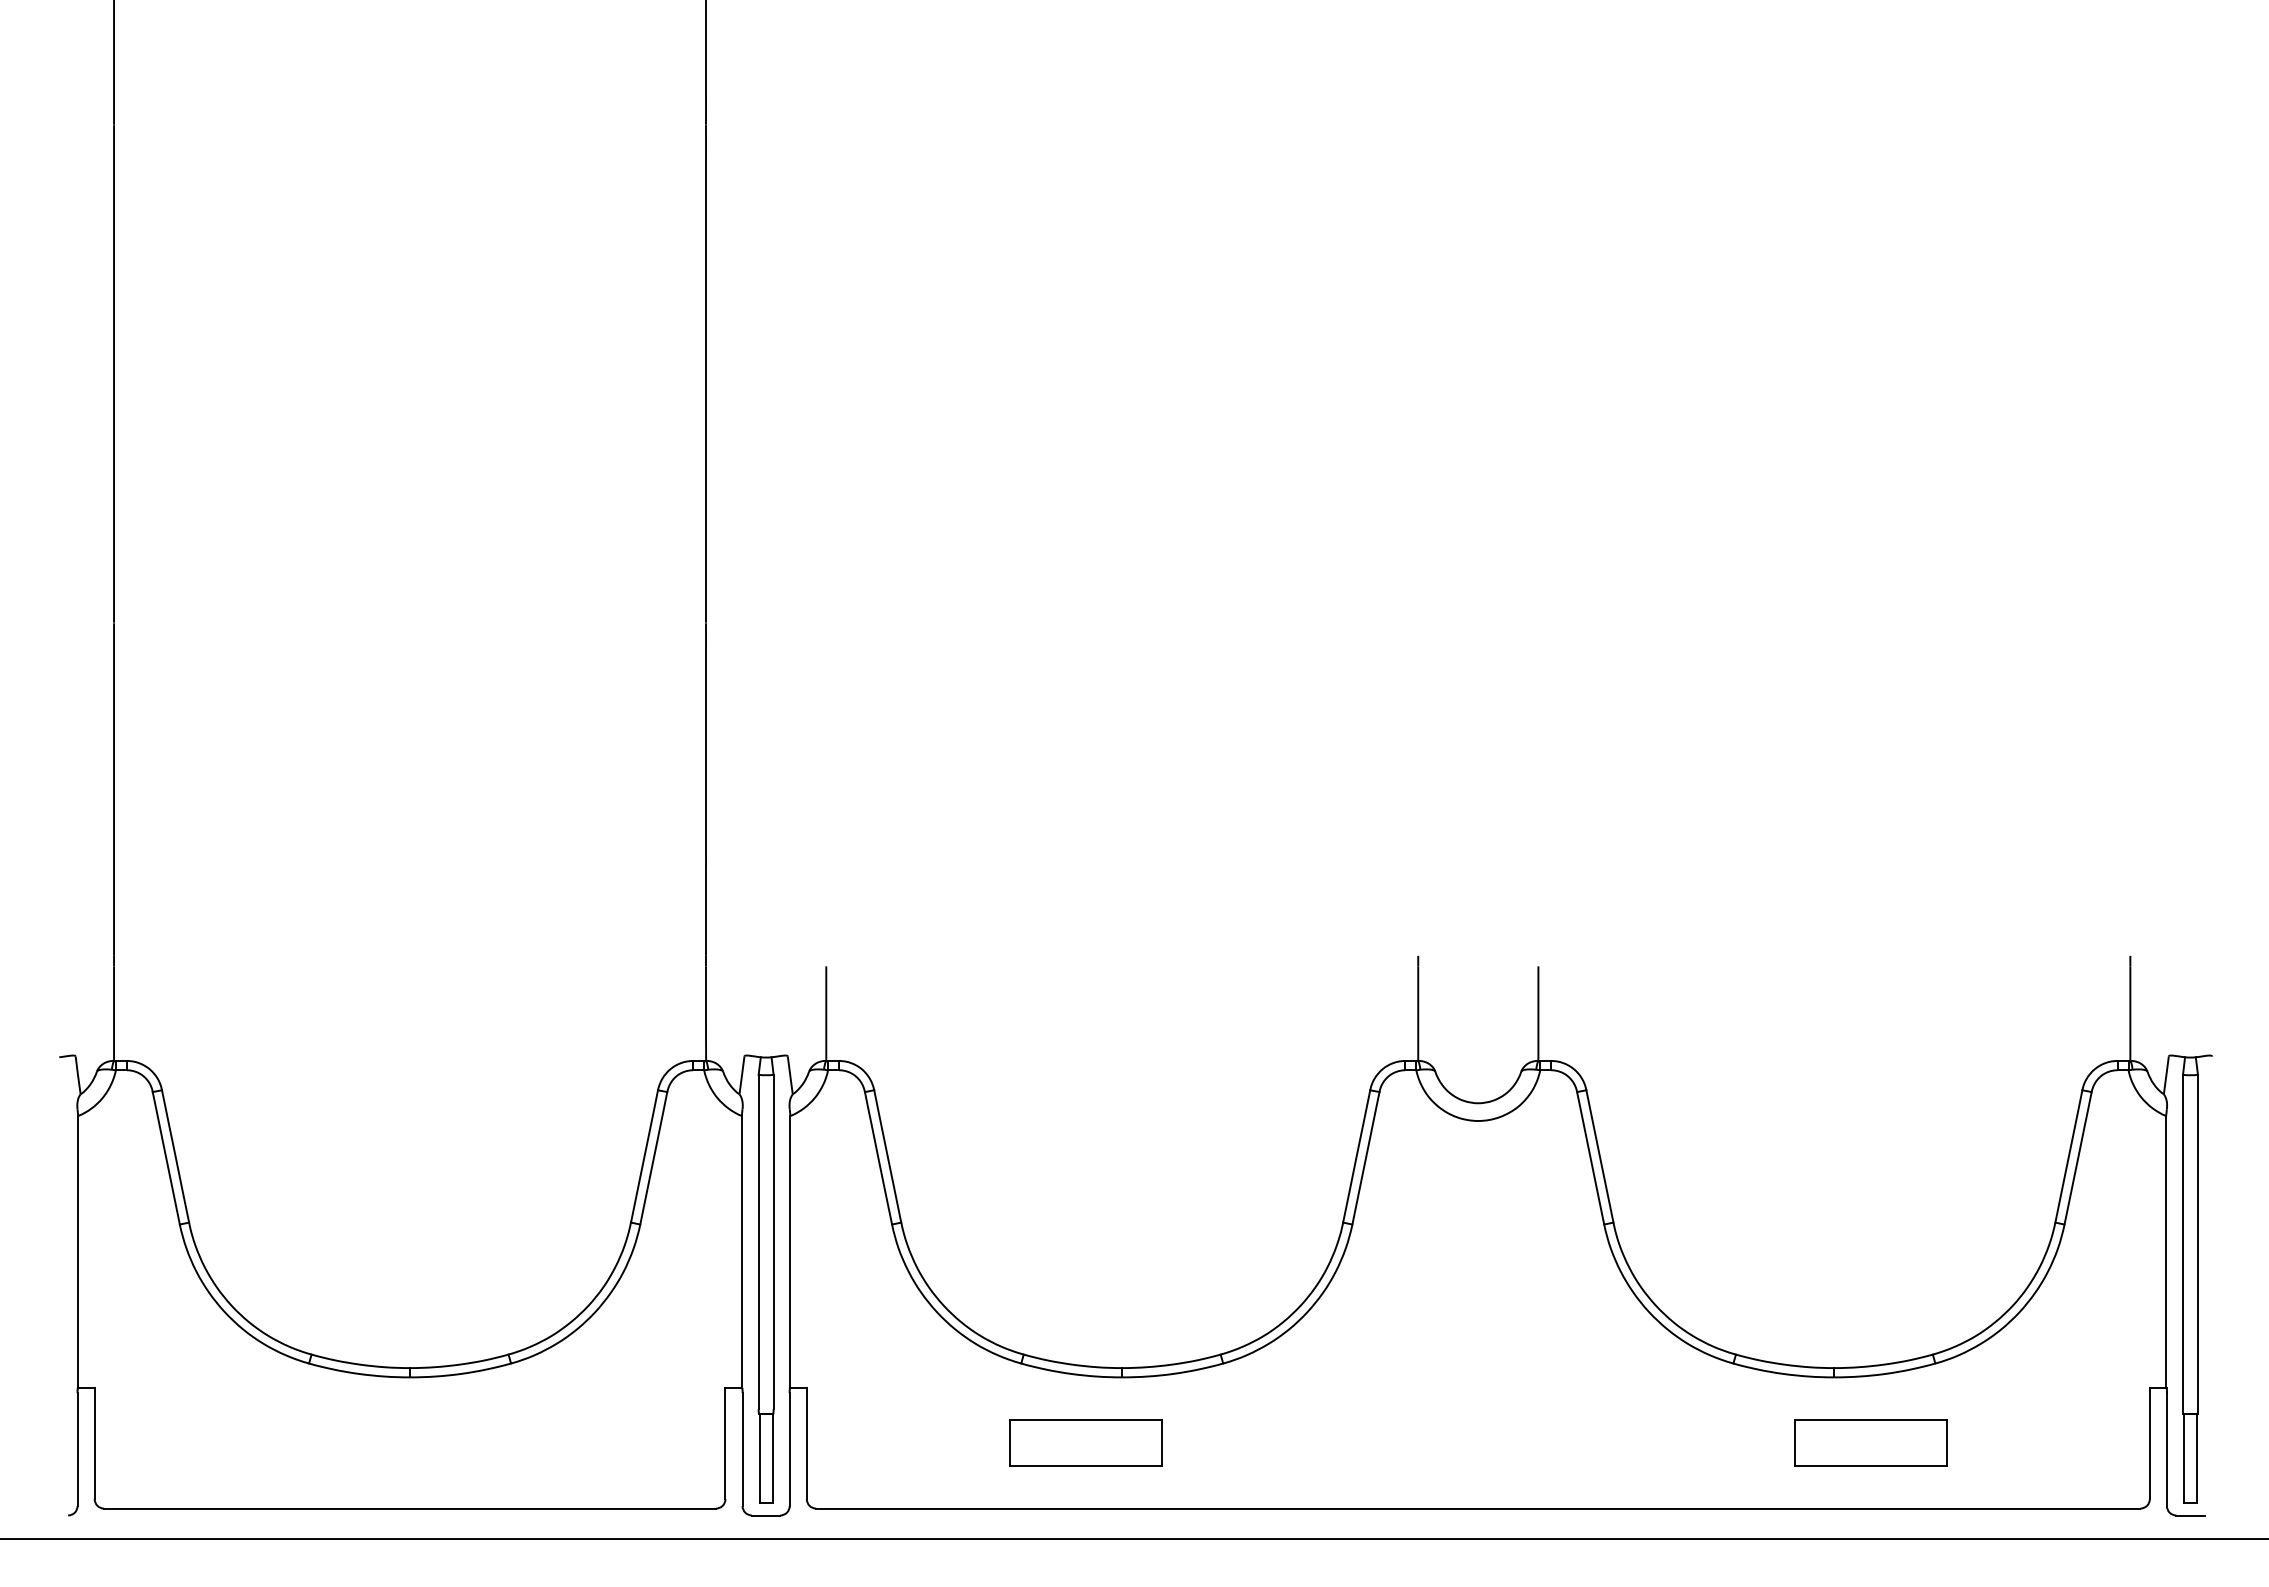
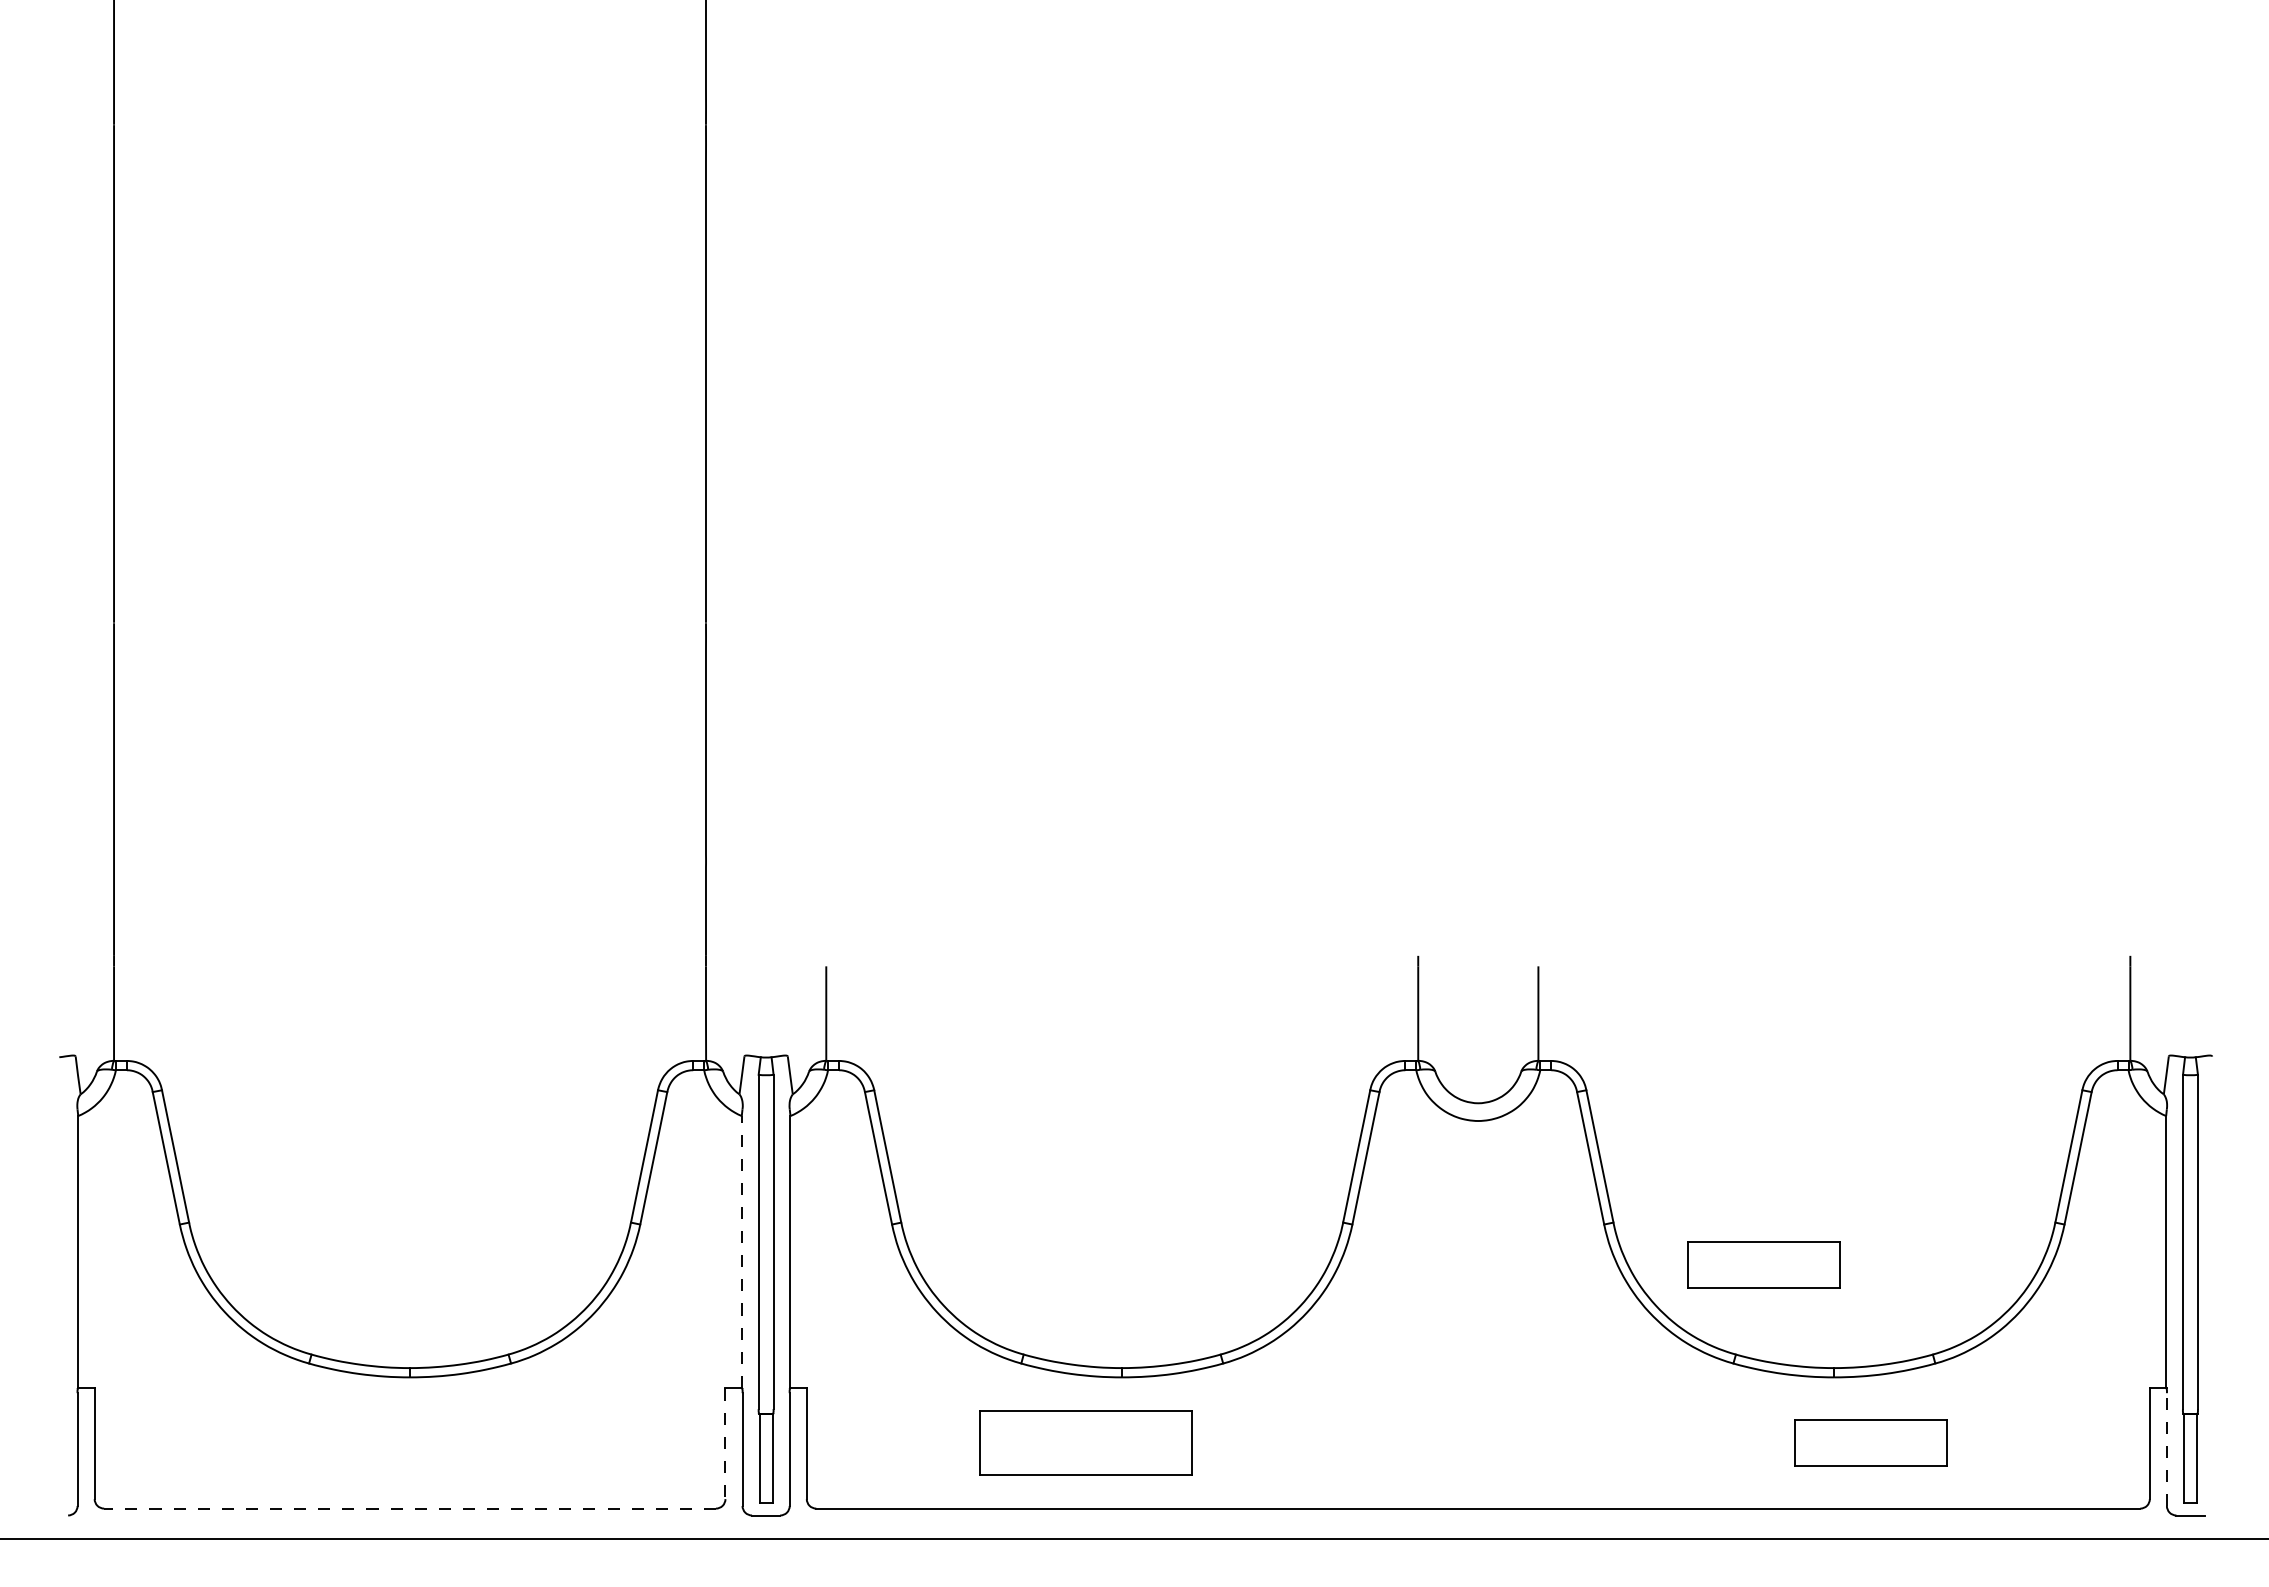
line at (741, 1251): solid -> dashed
part at (1763, 1264): none -> present
part at (1085, 1442) size: 154x48 px -> 214x66 px
line at (725, 1444): solid -> dashed
line at (2166, 1449): solid -> dashed
line at (410, 1508): solid -> dashed
